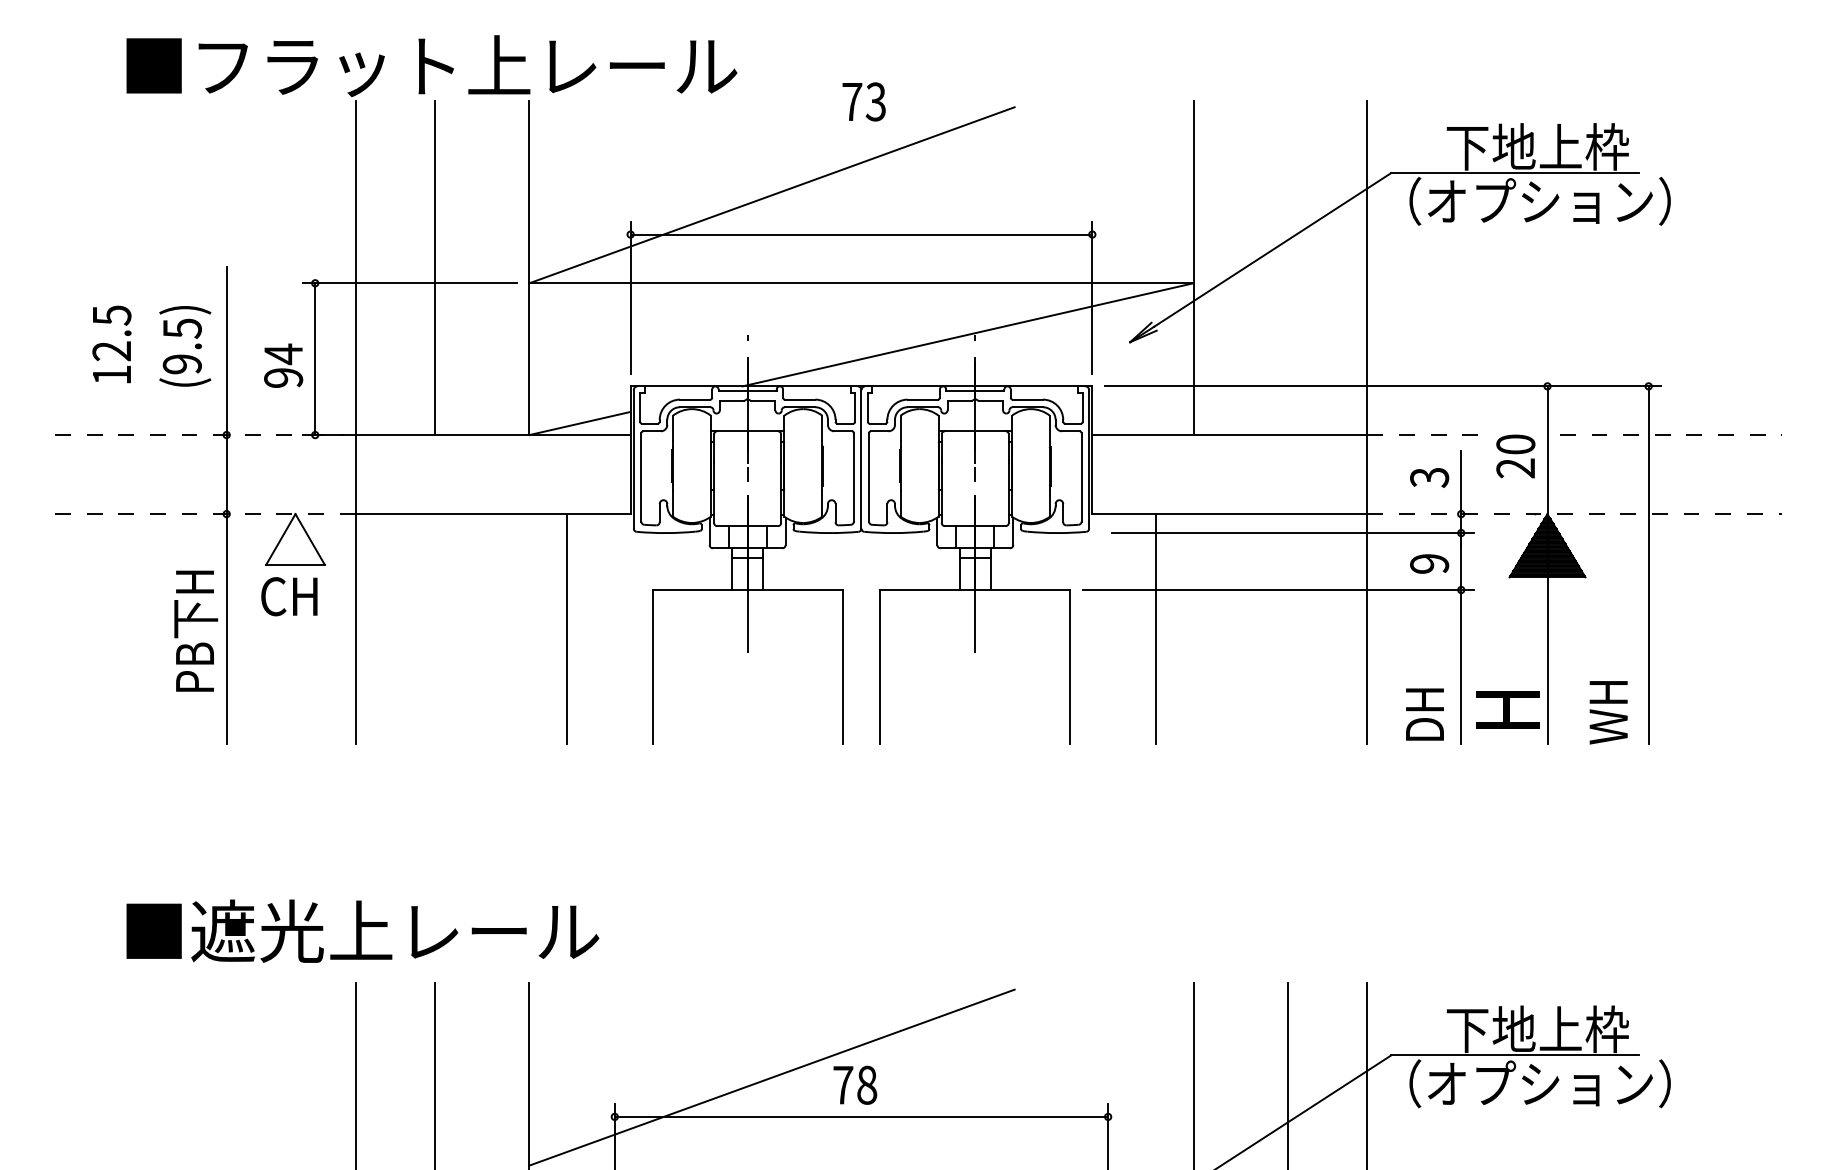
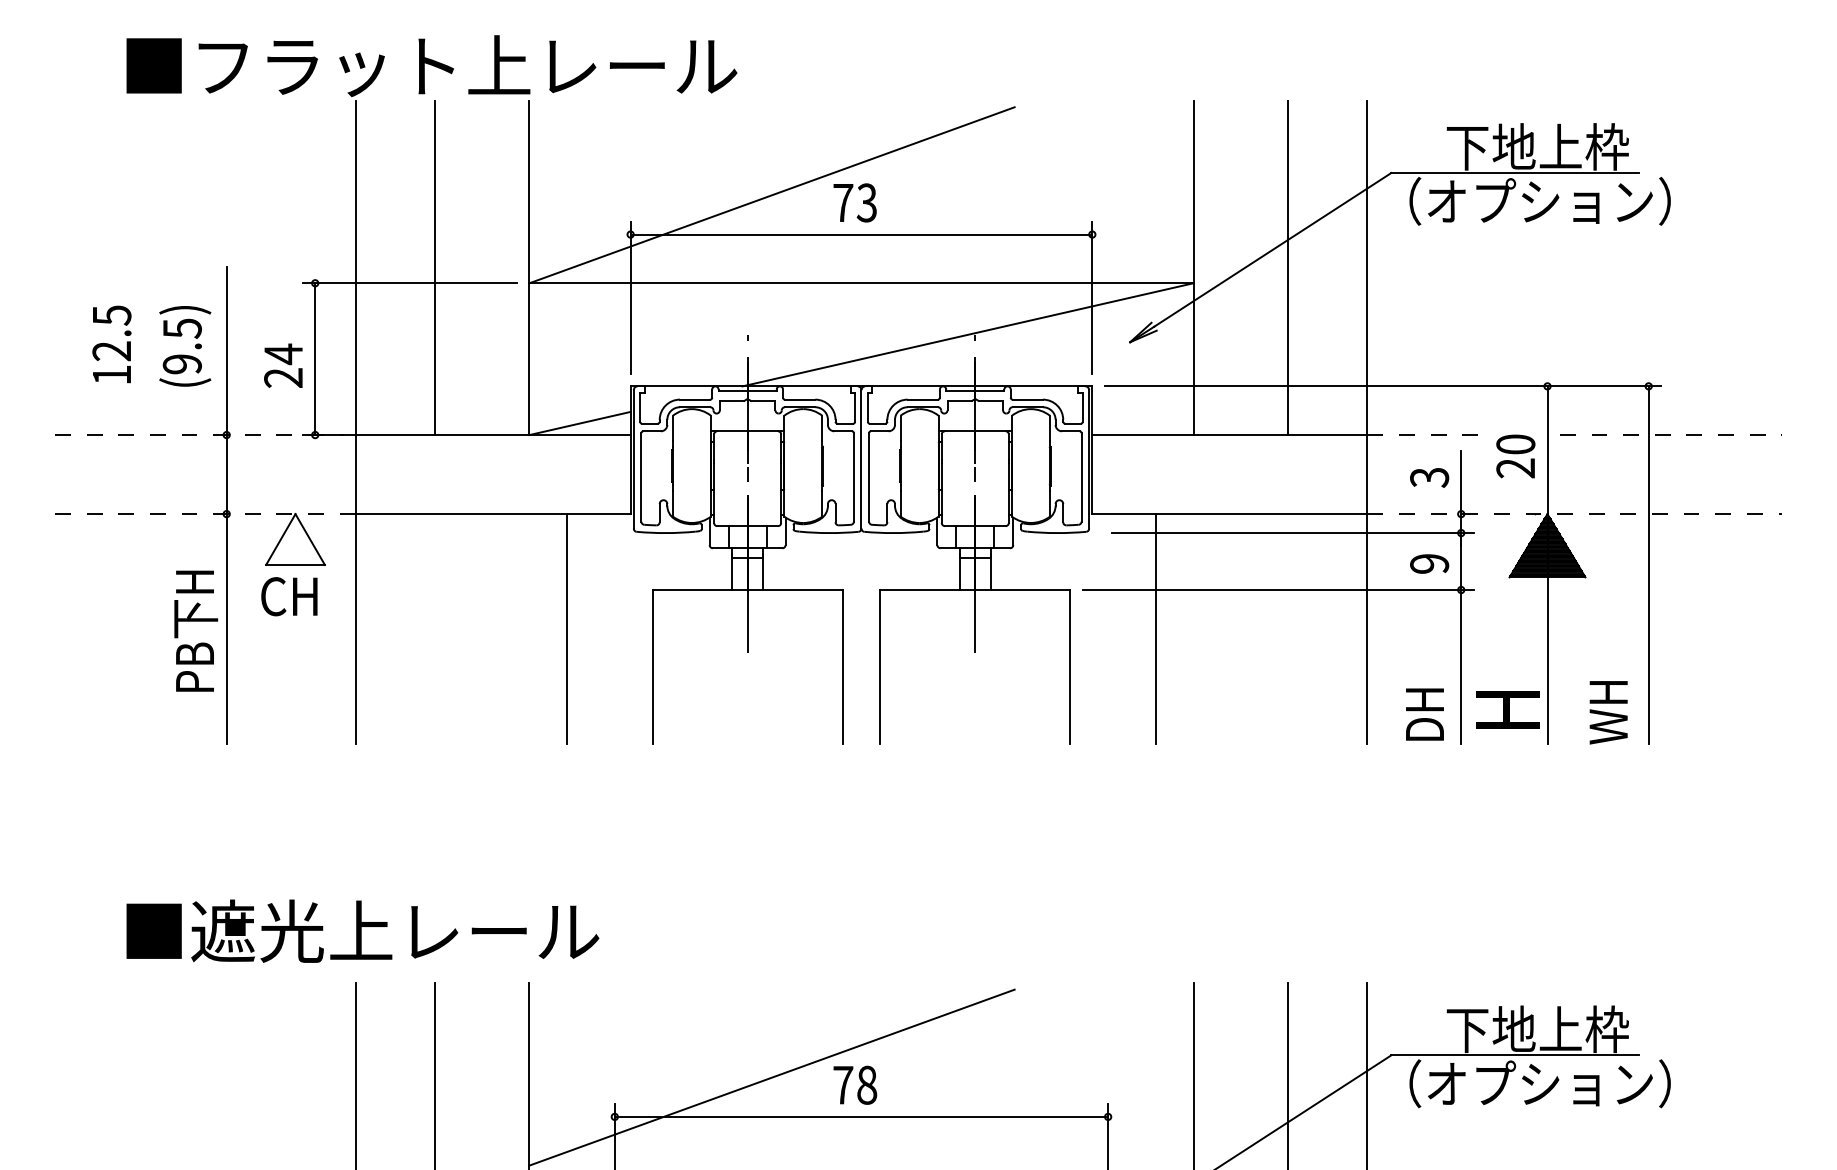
text at (863, 101) position: (863, 101) -> (854, 202)
line at (1288, 268): none -> present
text at (283, 377): 94 -> 24
